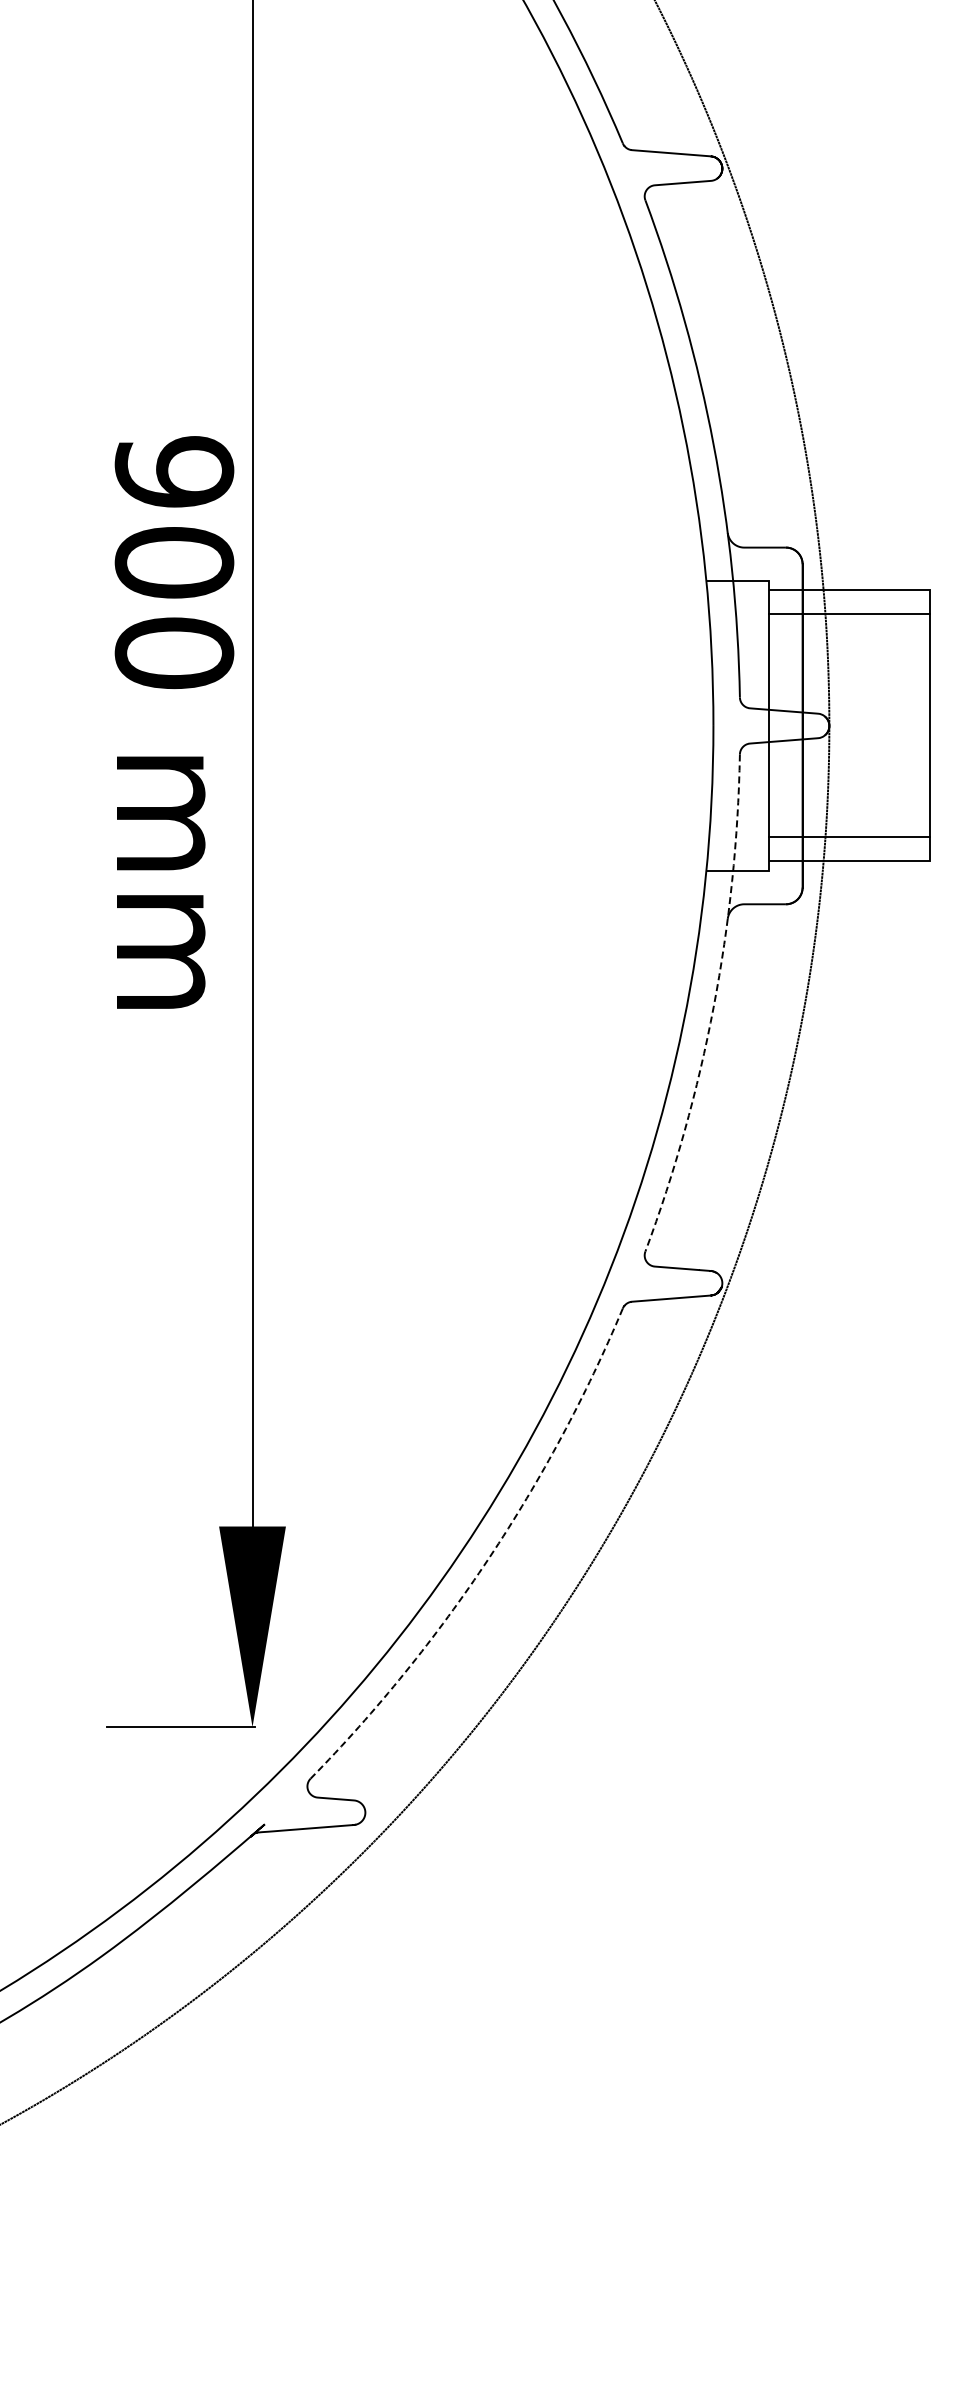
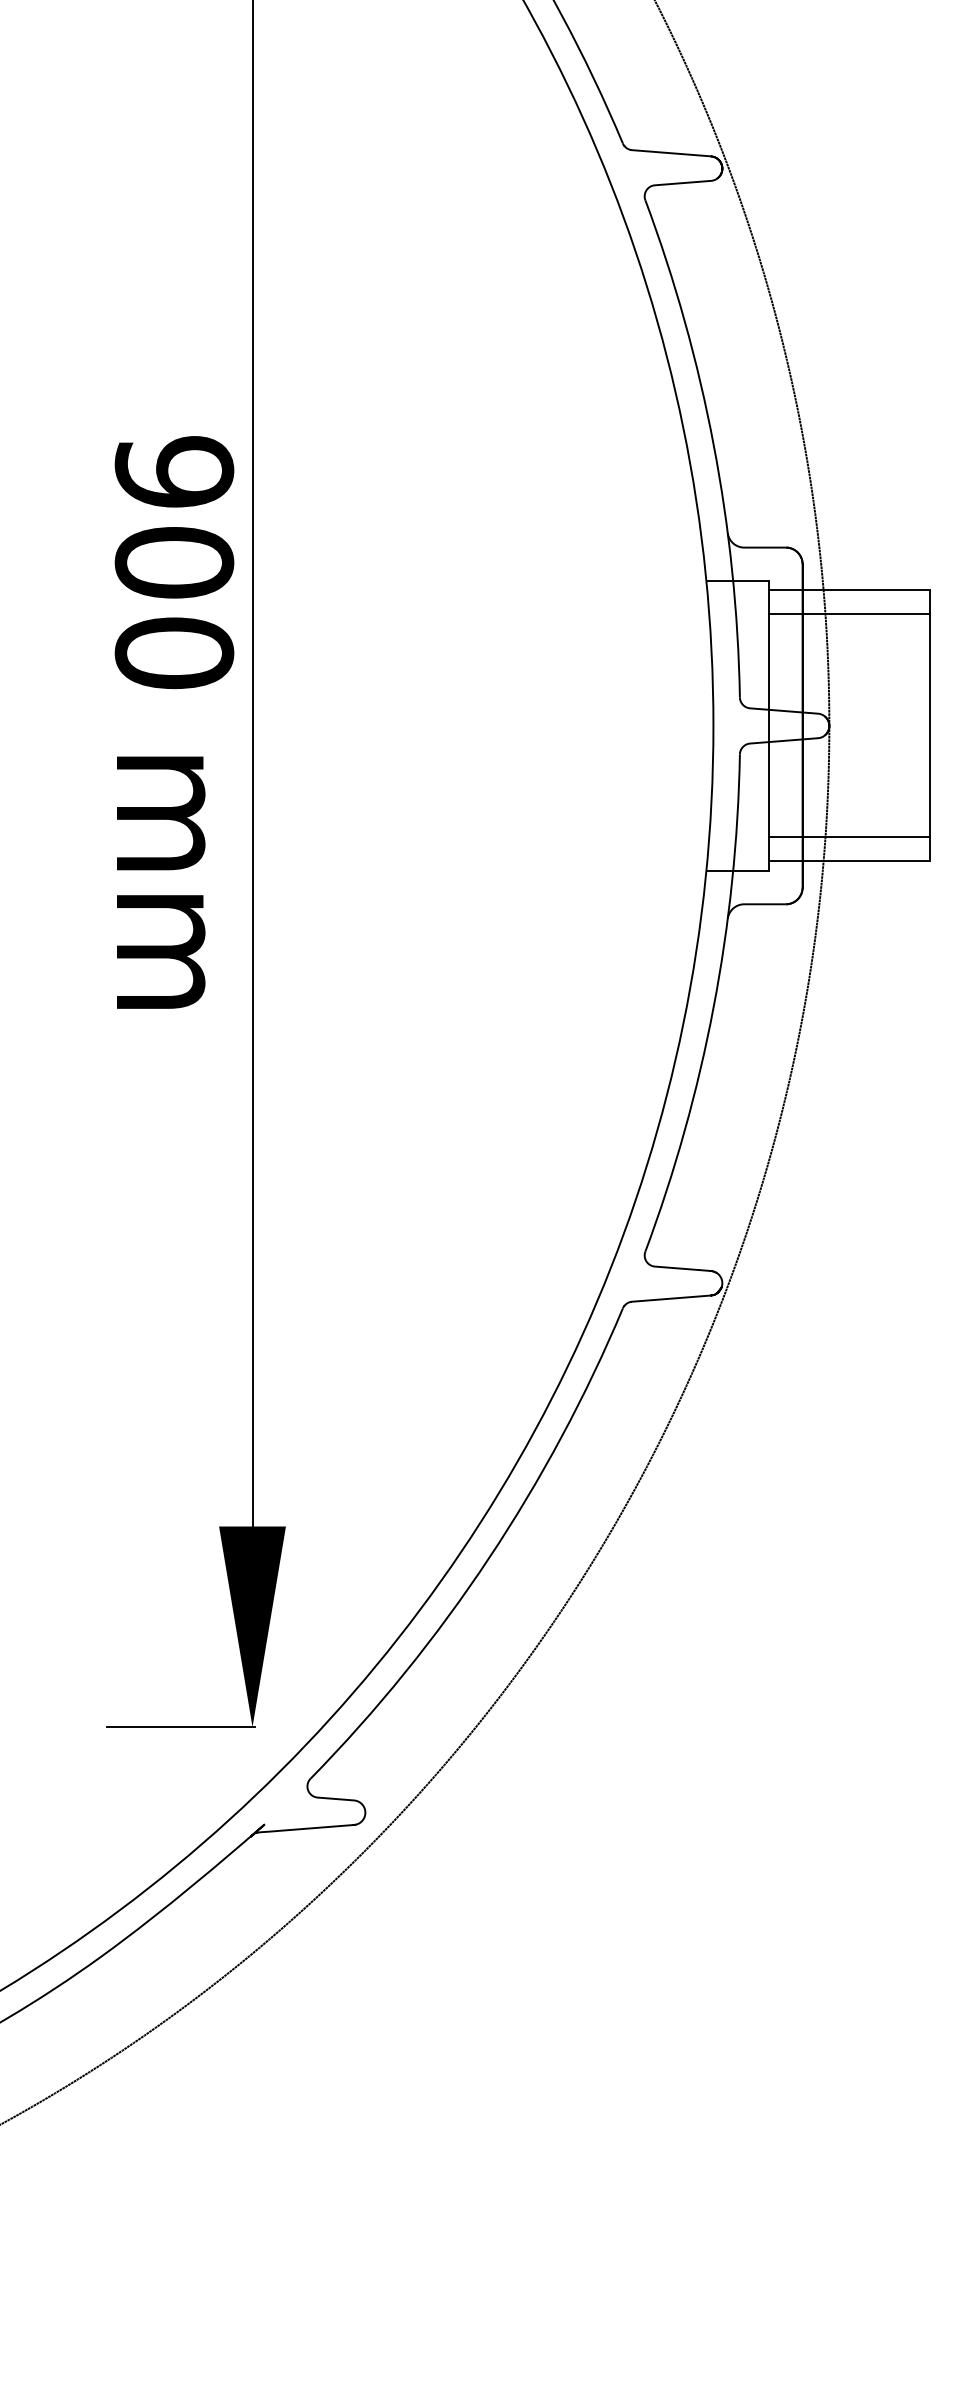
arc at (713, 1007): dashed -> solid
arc at (488, 1558): dashed -> solid
